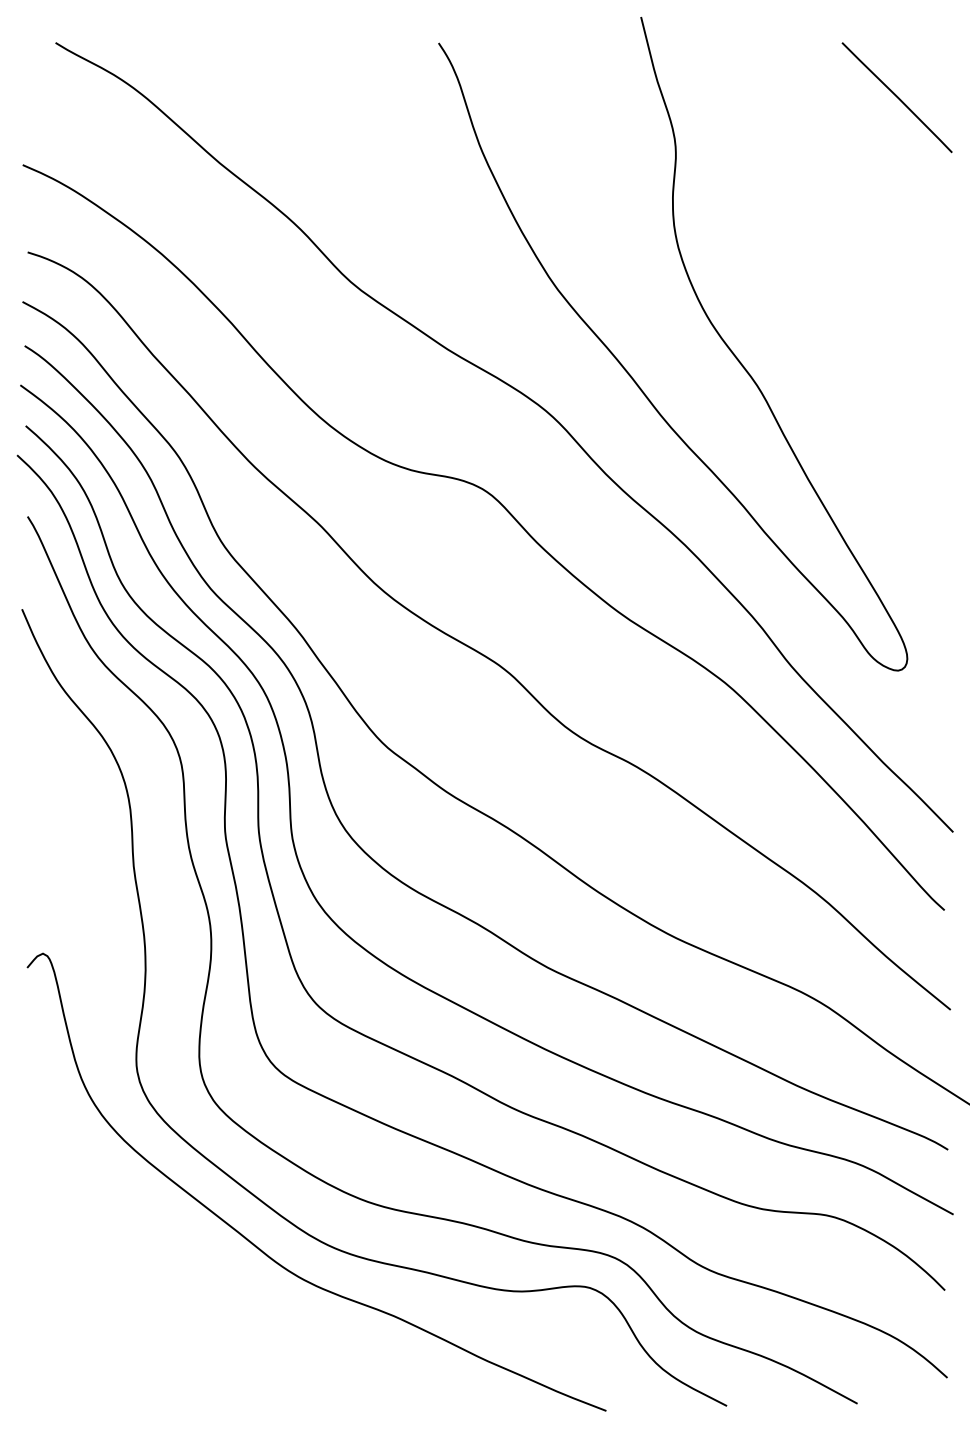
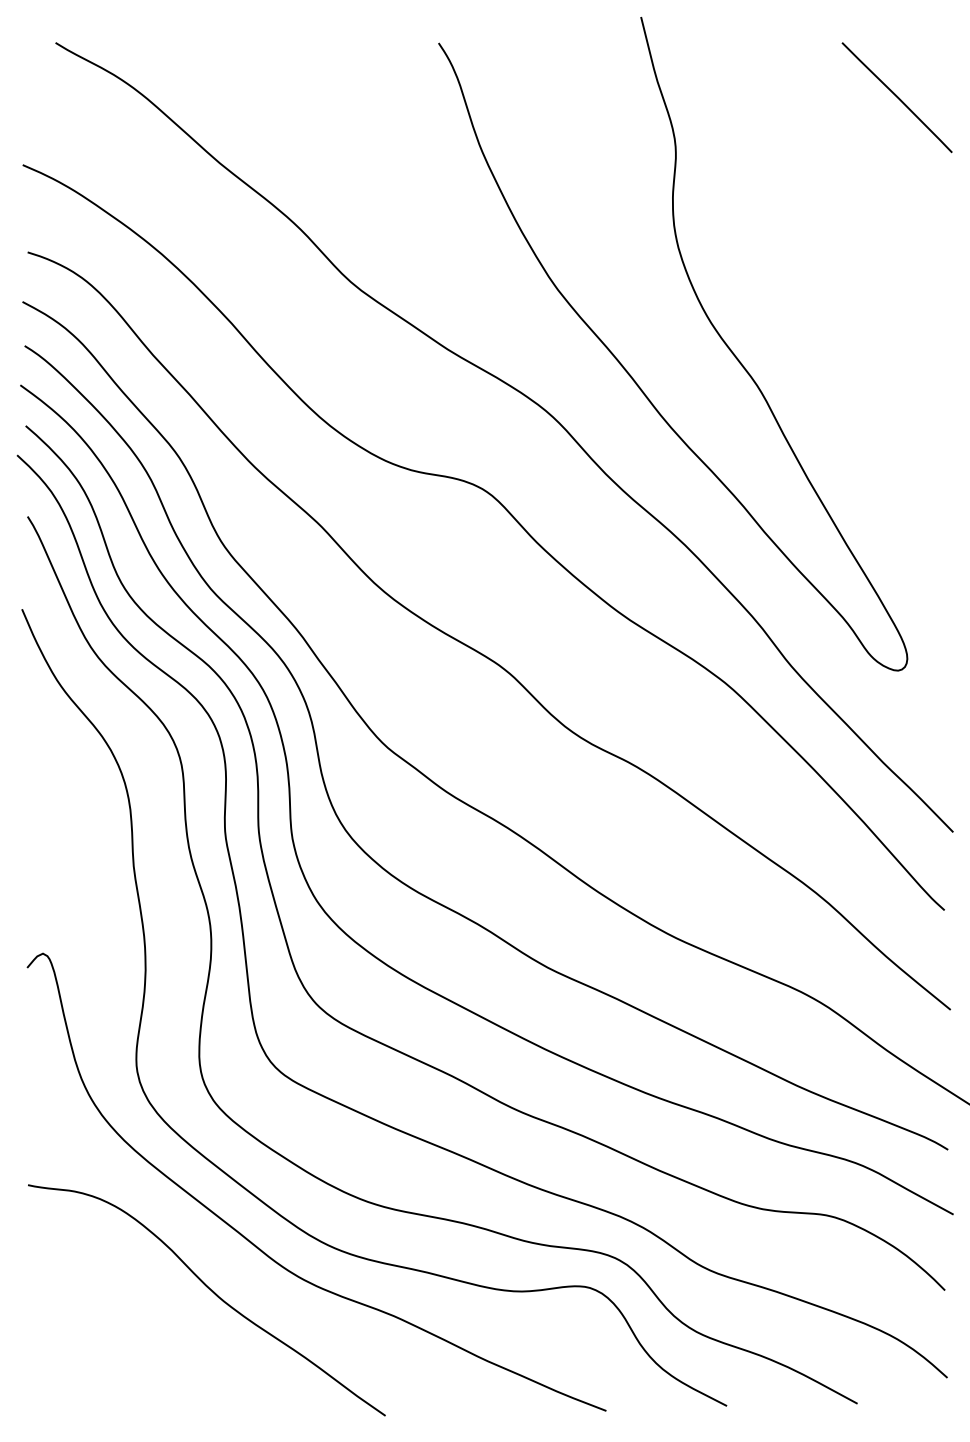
curve at (213, 1293): none -> present
